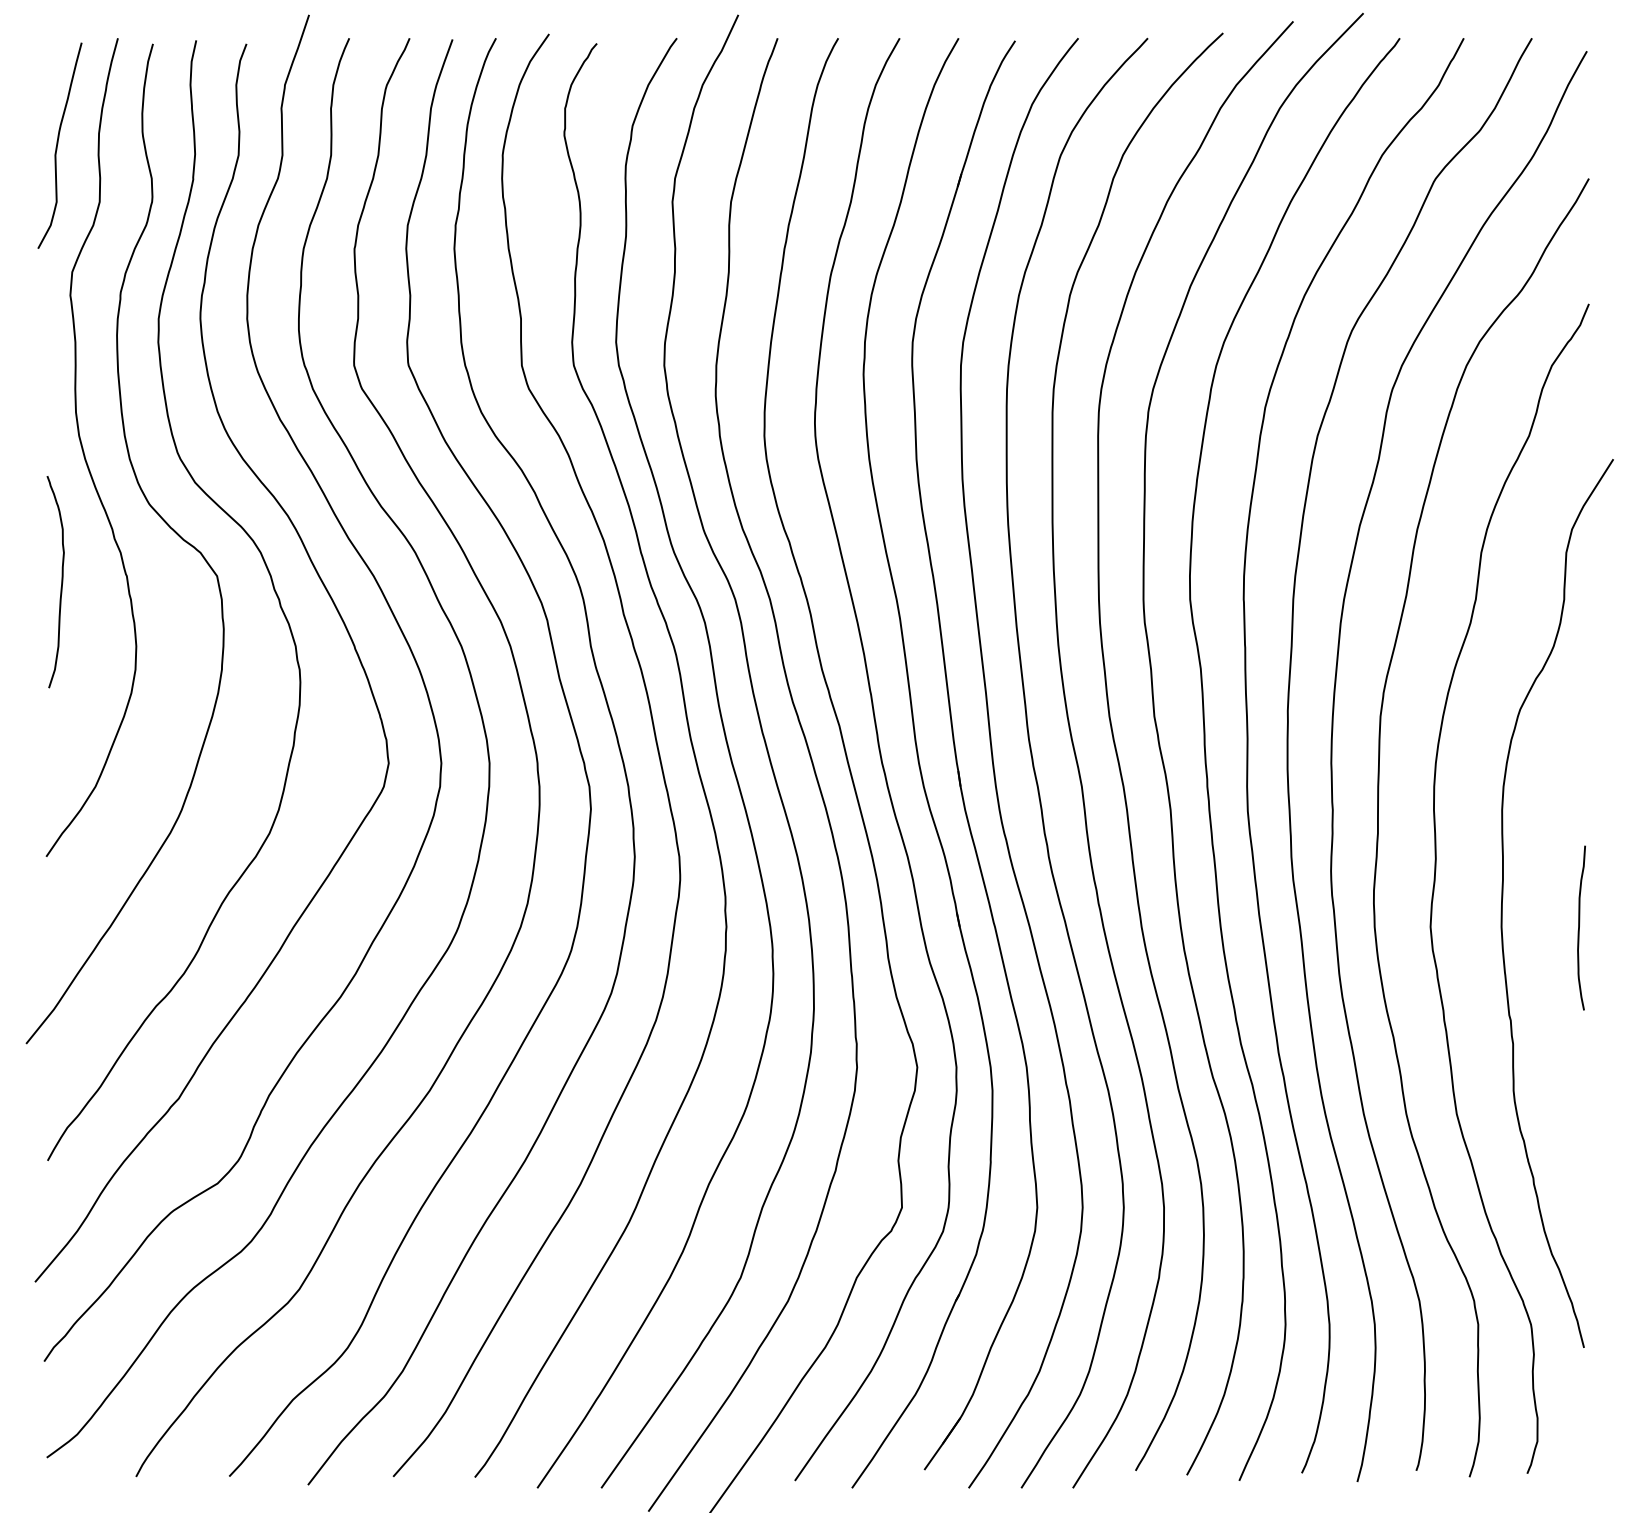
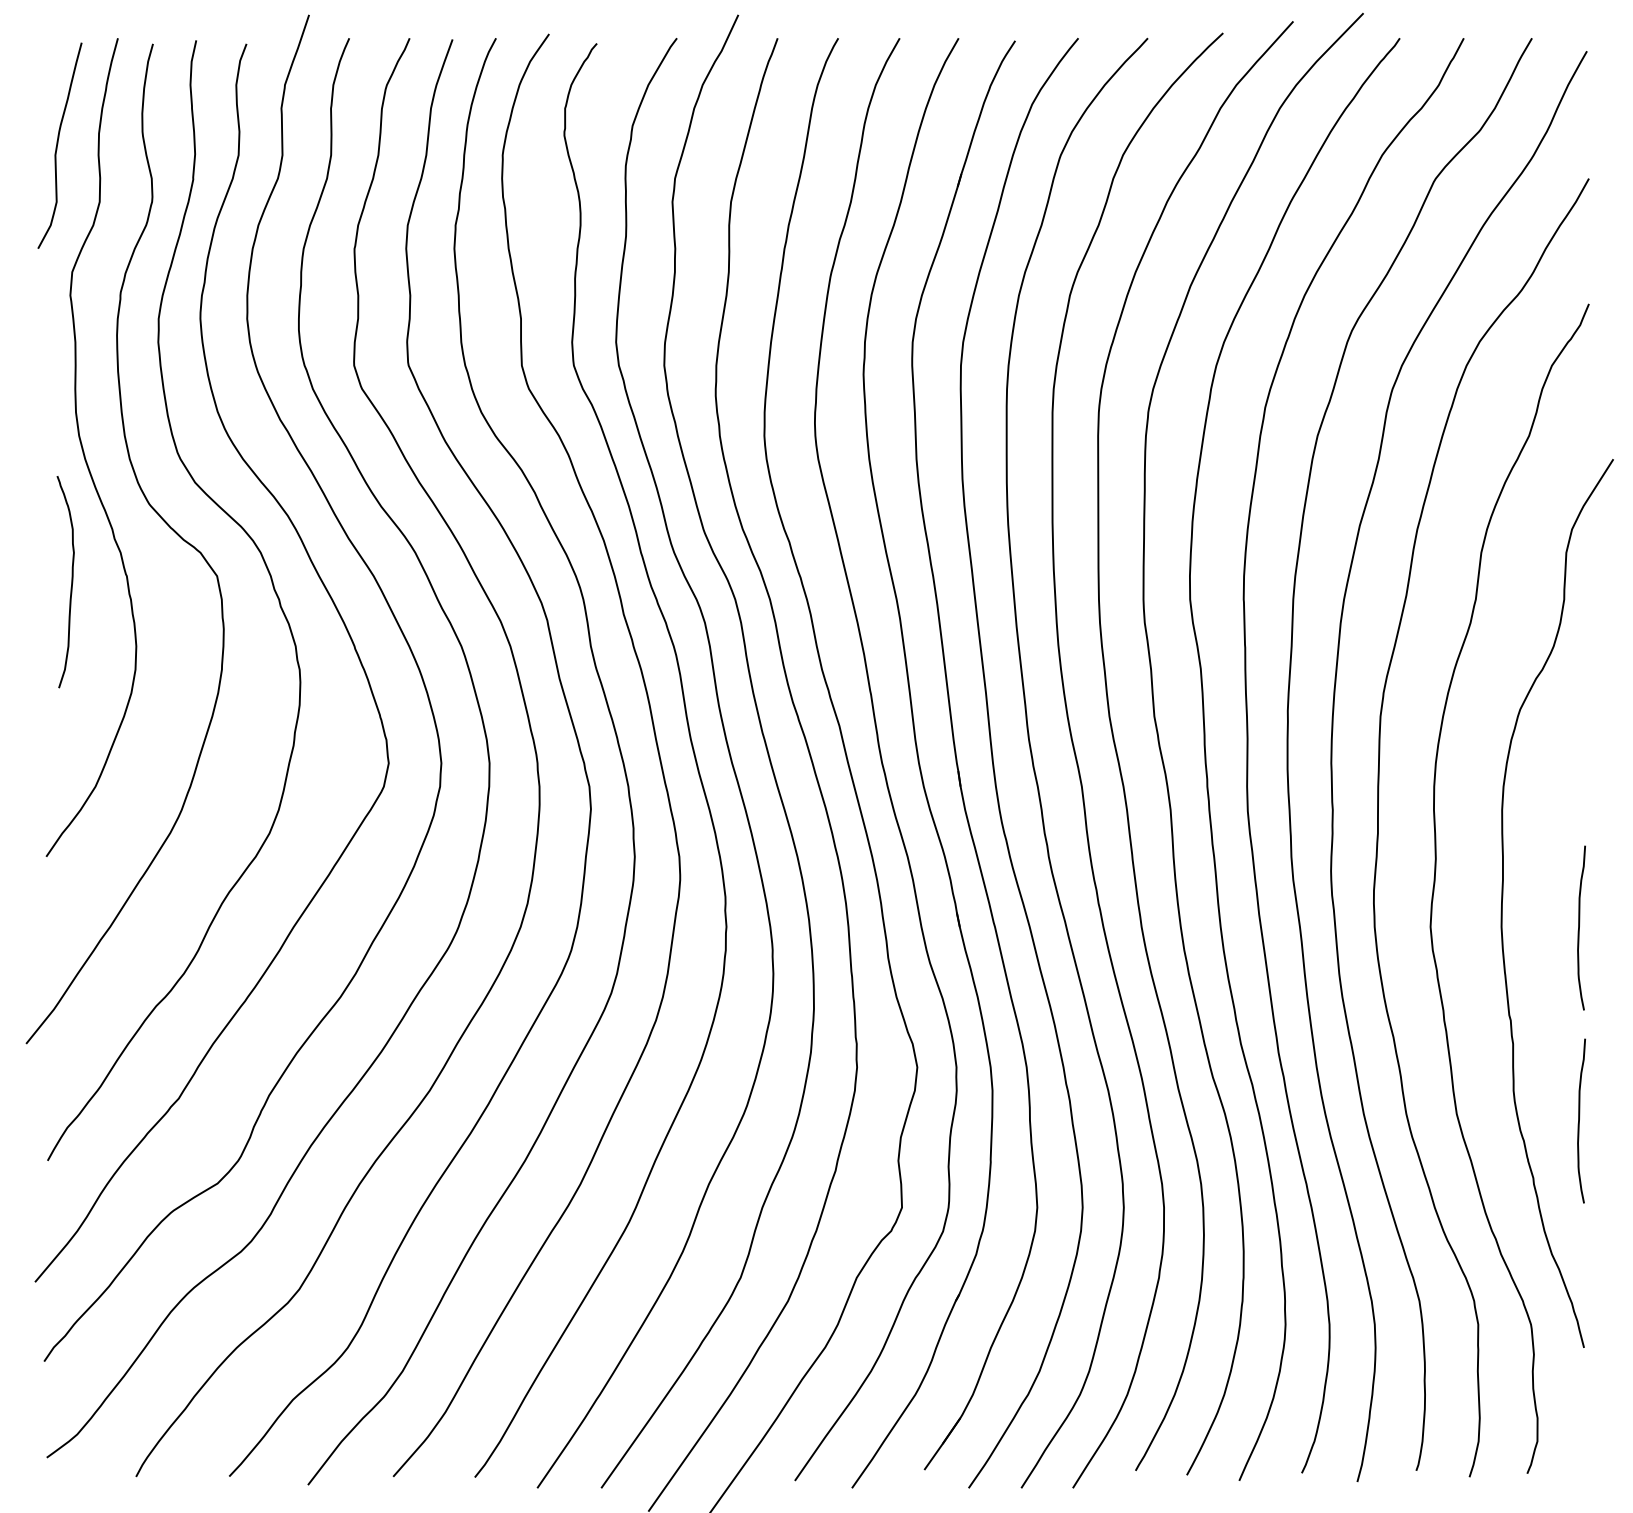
curve at (61, 582) position: (61, 582) -> (71, 582)
curve at (1579, 1120): none -> present
